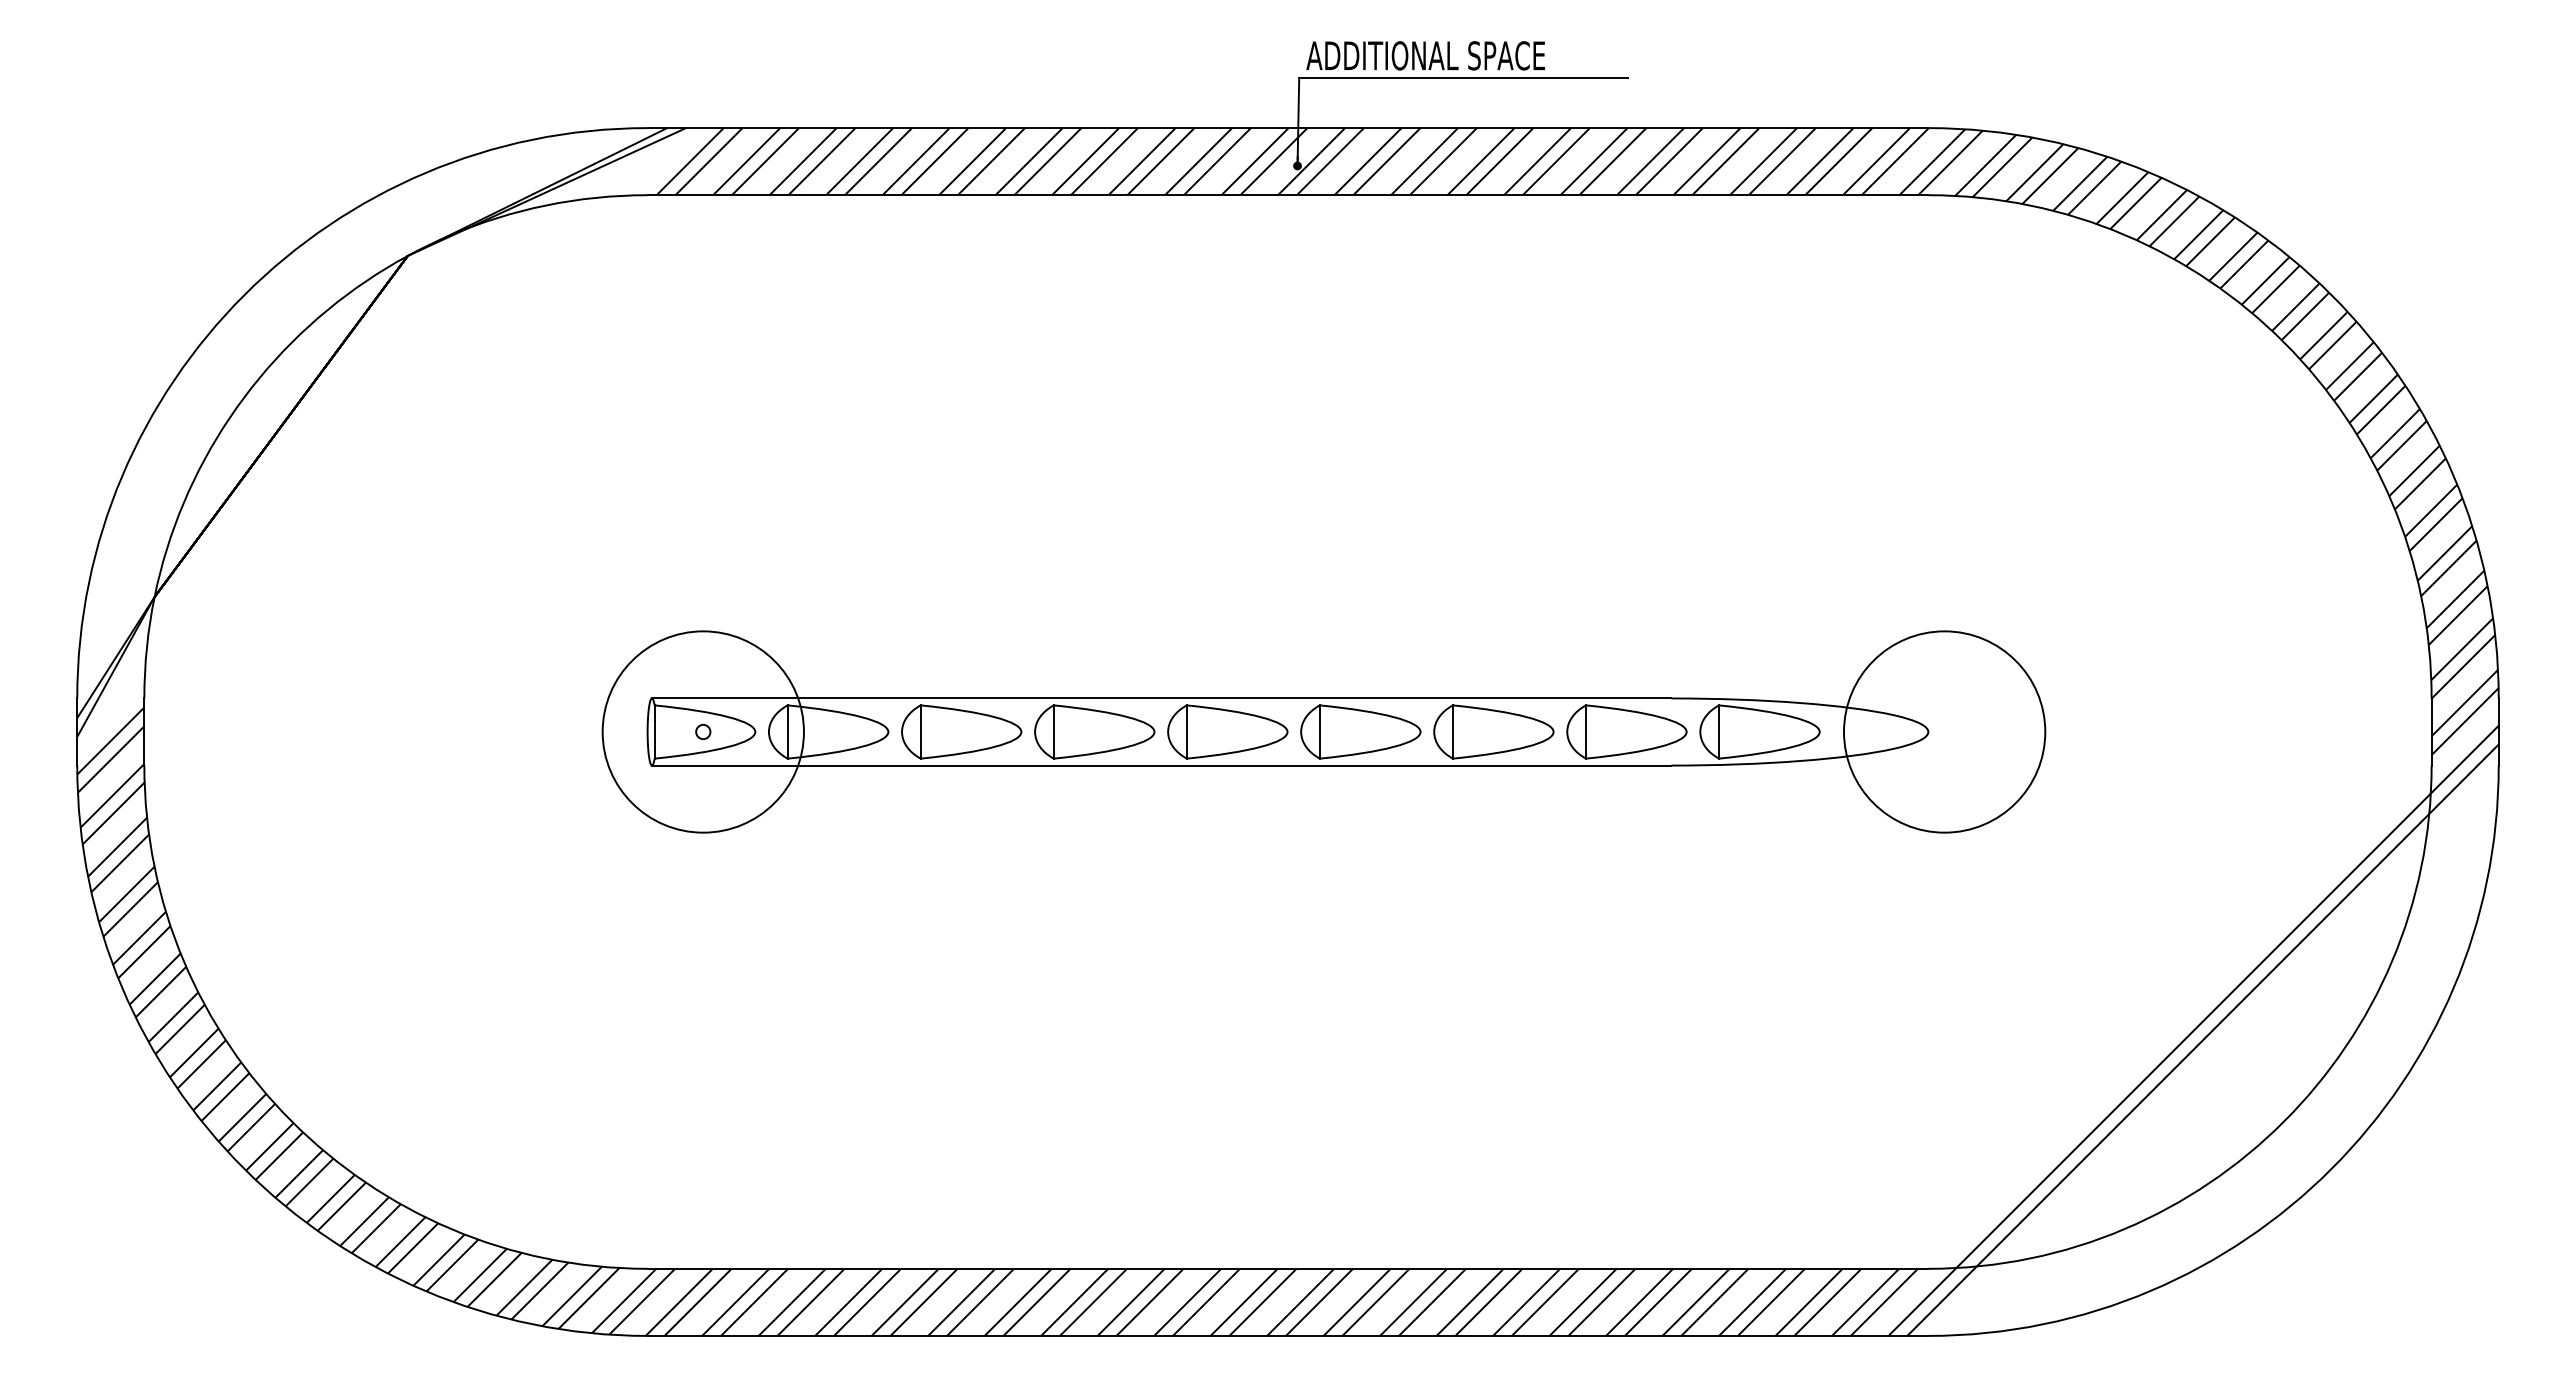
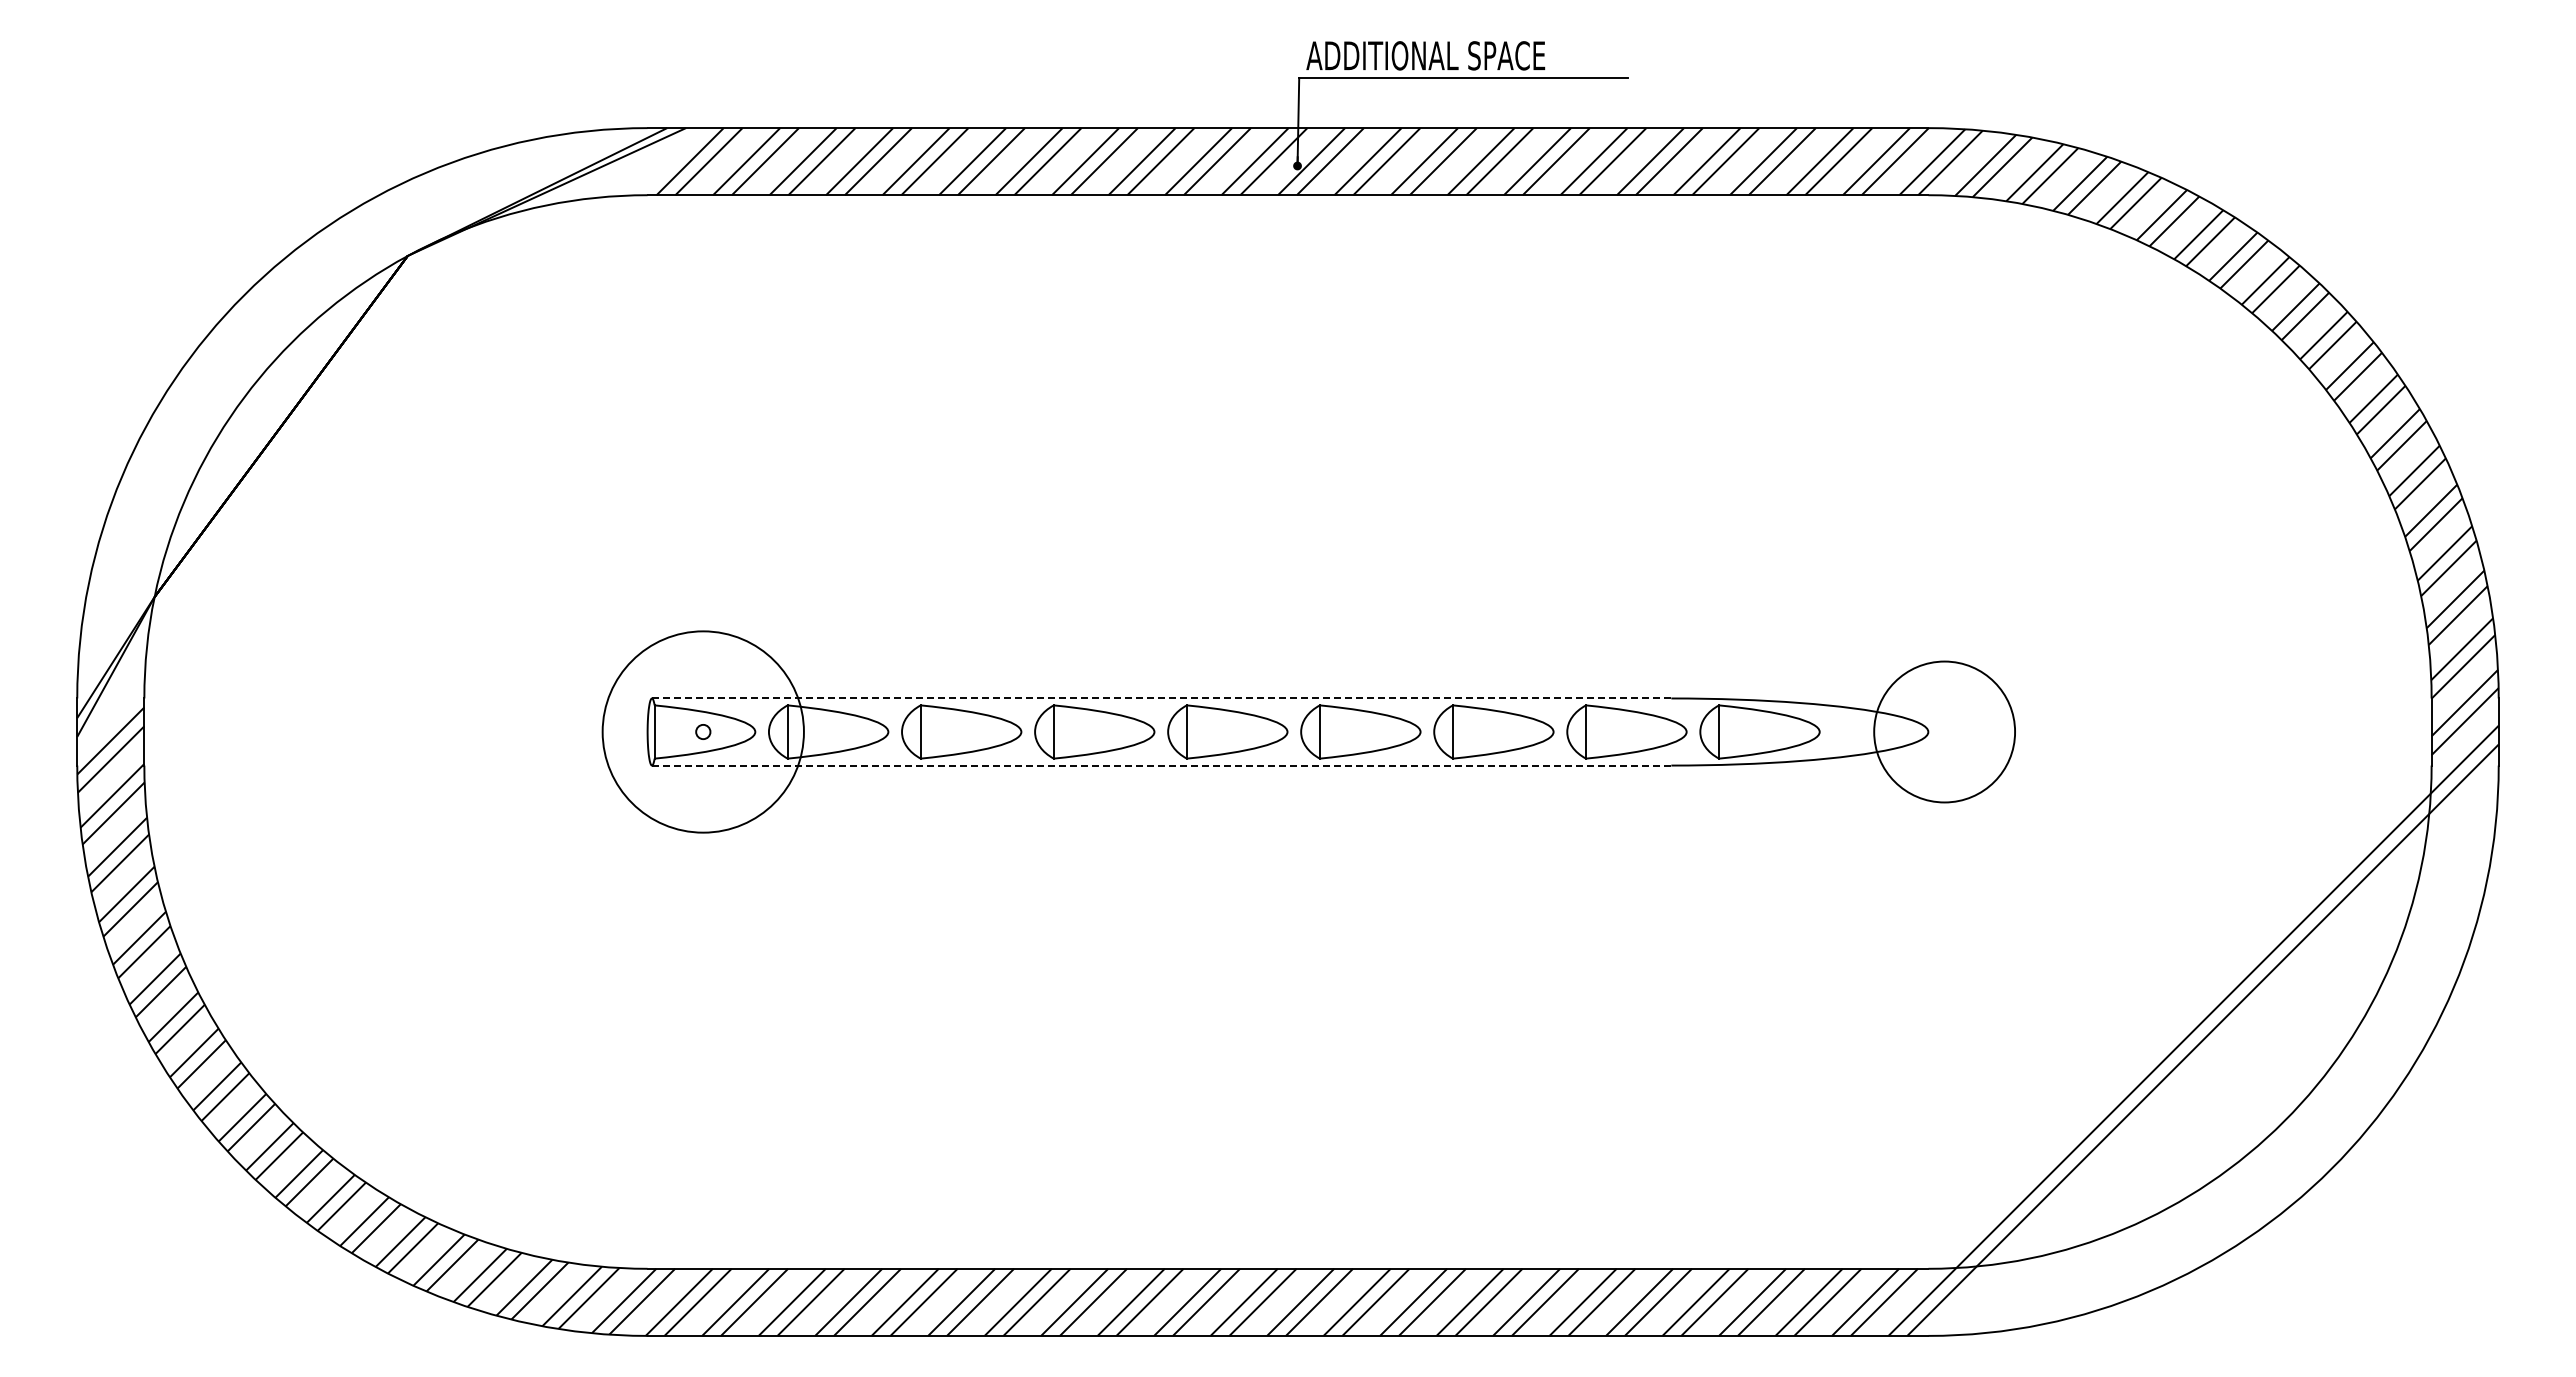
line at (1161, 698): solid -> dashed
circle at (1944, 731) diameter: 201 px -> 141 px
line at (1161, 765): solid -> dashed
